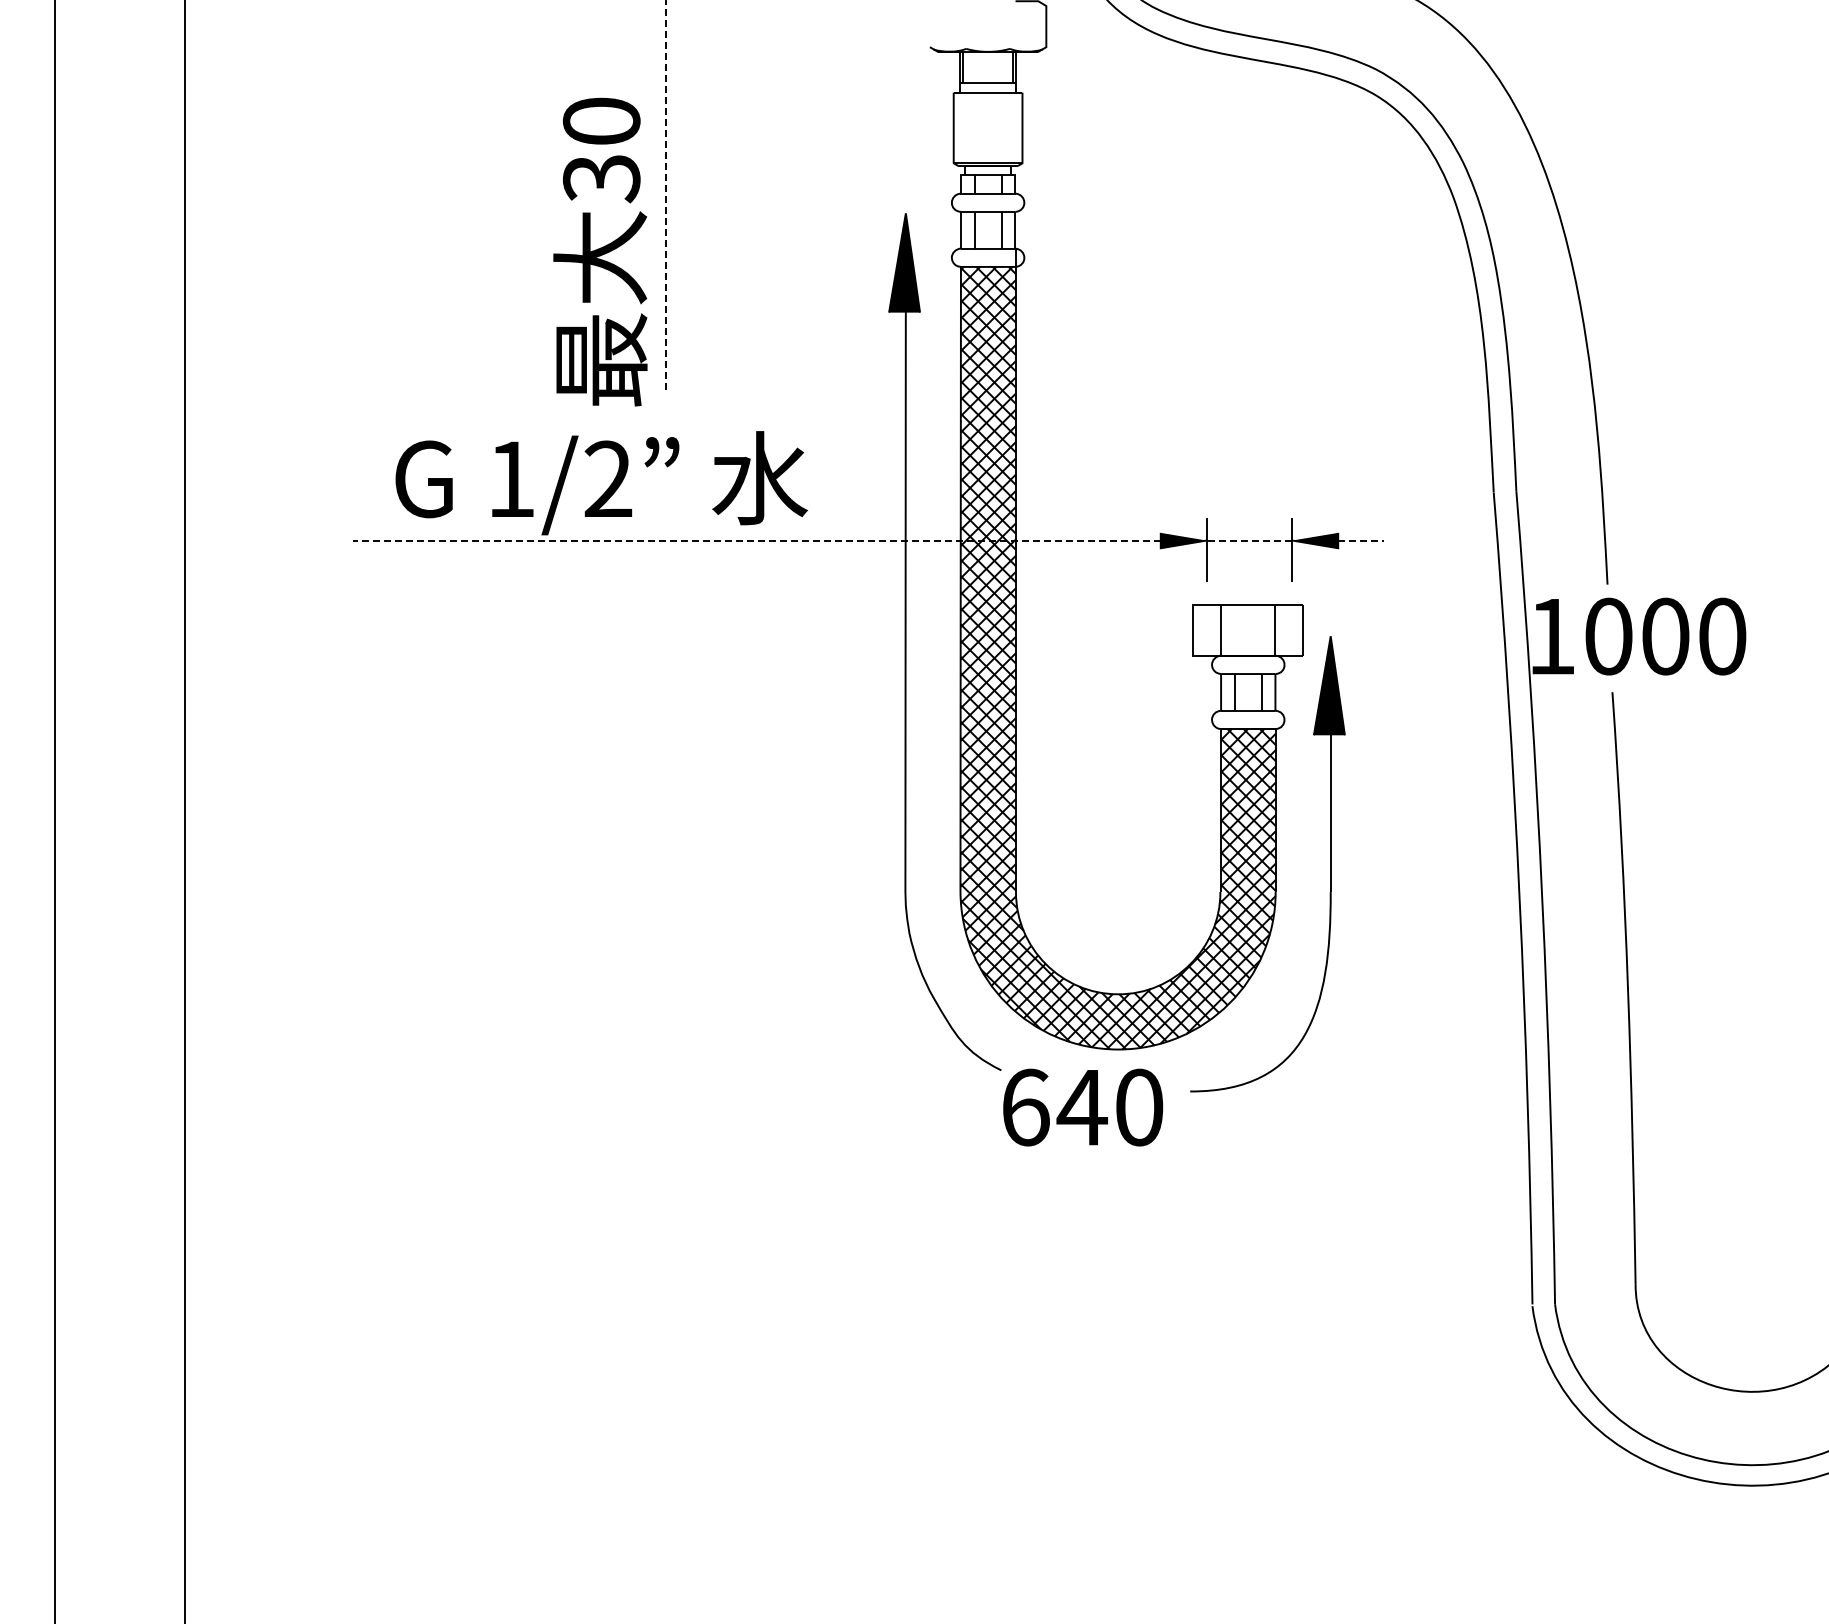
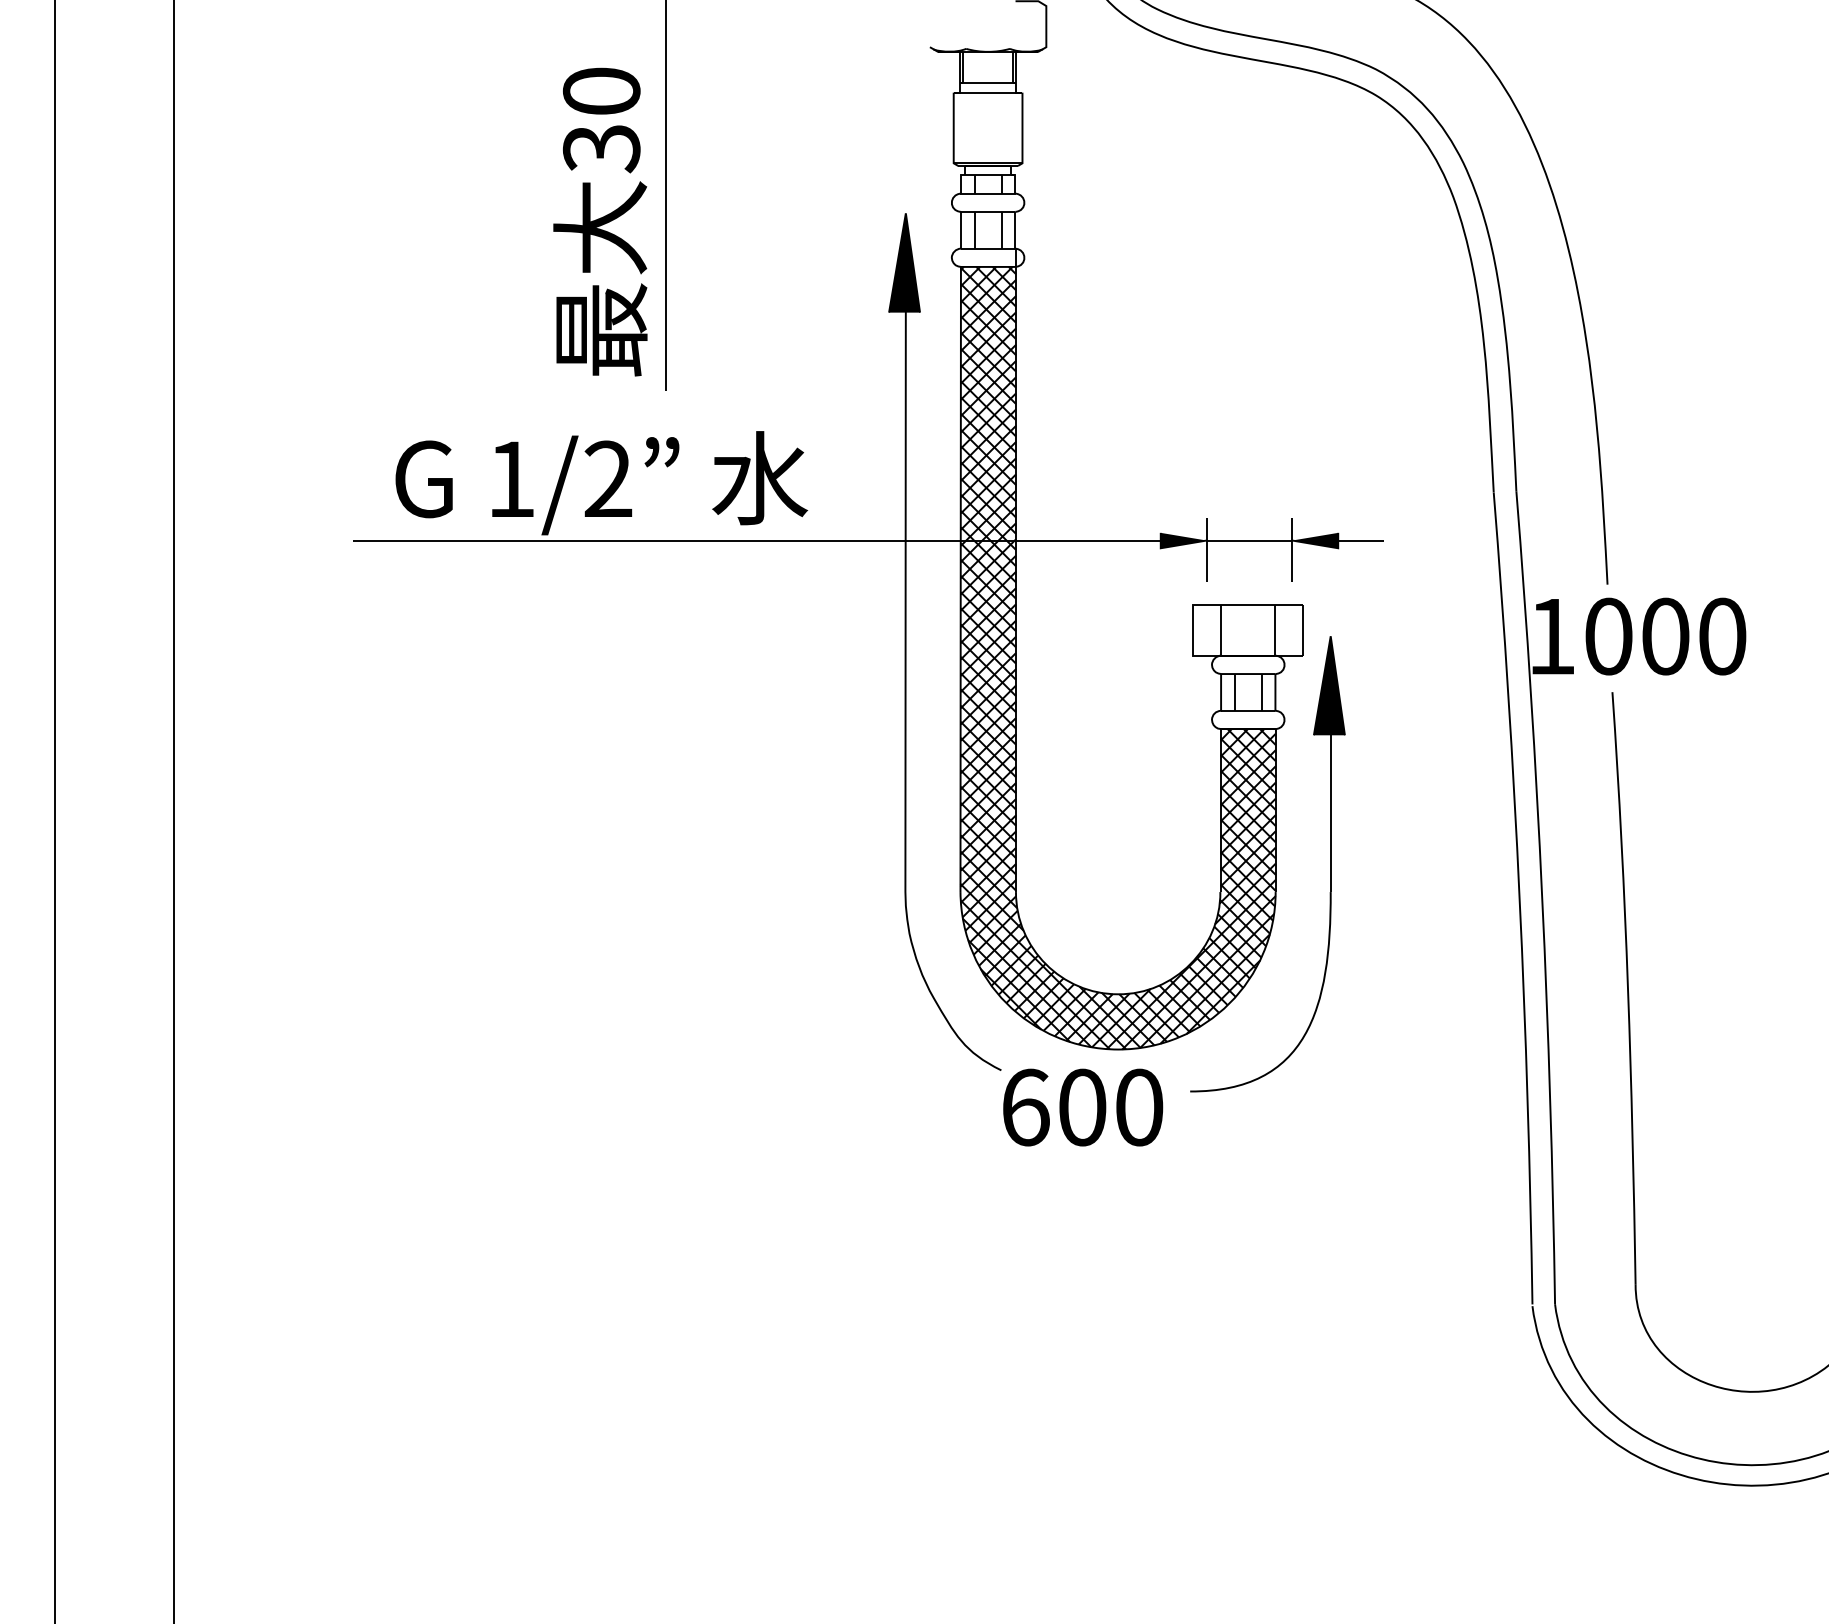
line at (665, 196): dashed -> solid
text at (600, 251) position: (600, 251) -> (600, 221)
line at (757, 540): dashed -> solid
line at (1249, 540): dashed -> solid
line at (1361, 540): dashed -> solid
line at (185, 811) position: (185, 811) -> (174, 811)
text at (1082, 1107): 640 -> 600
